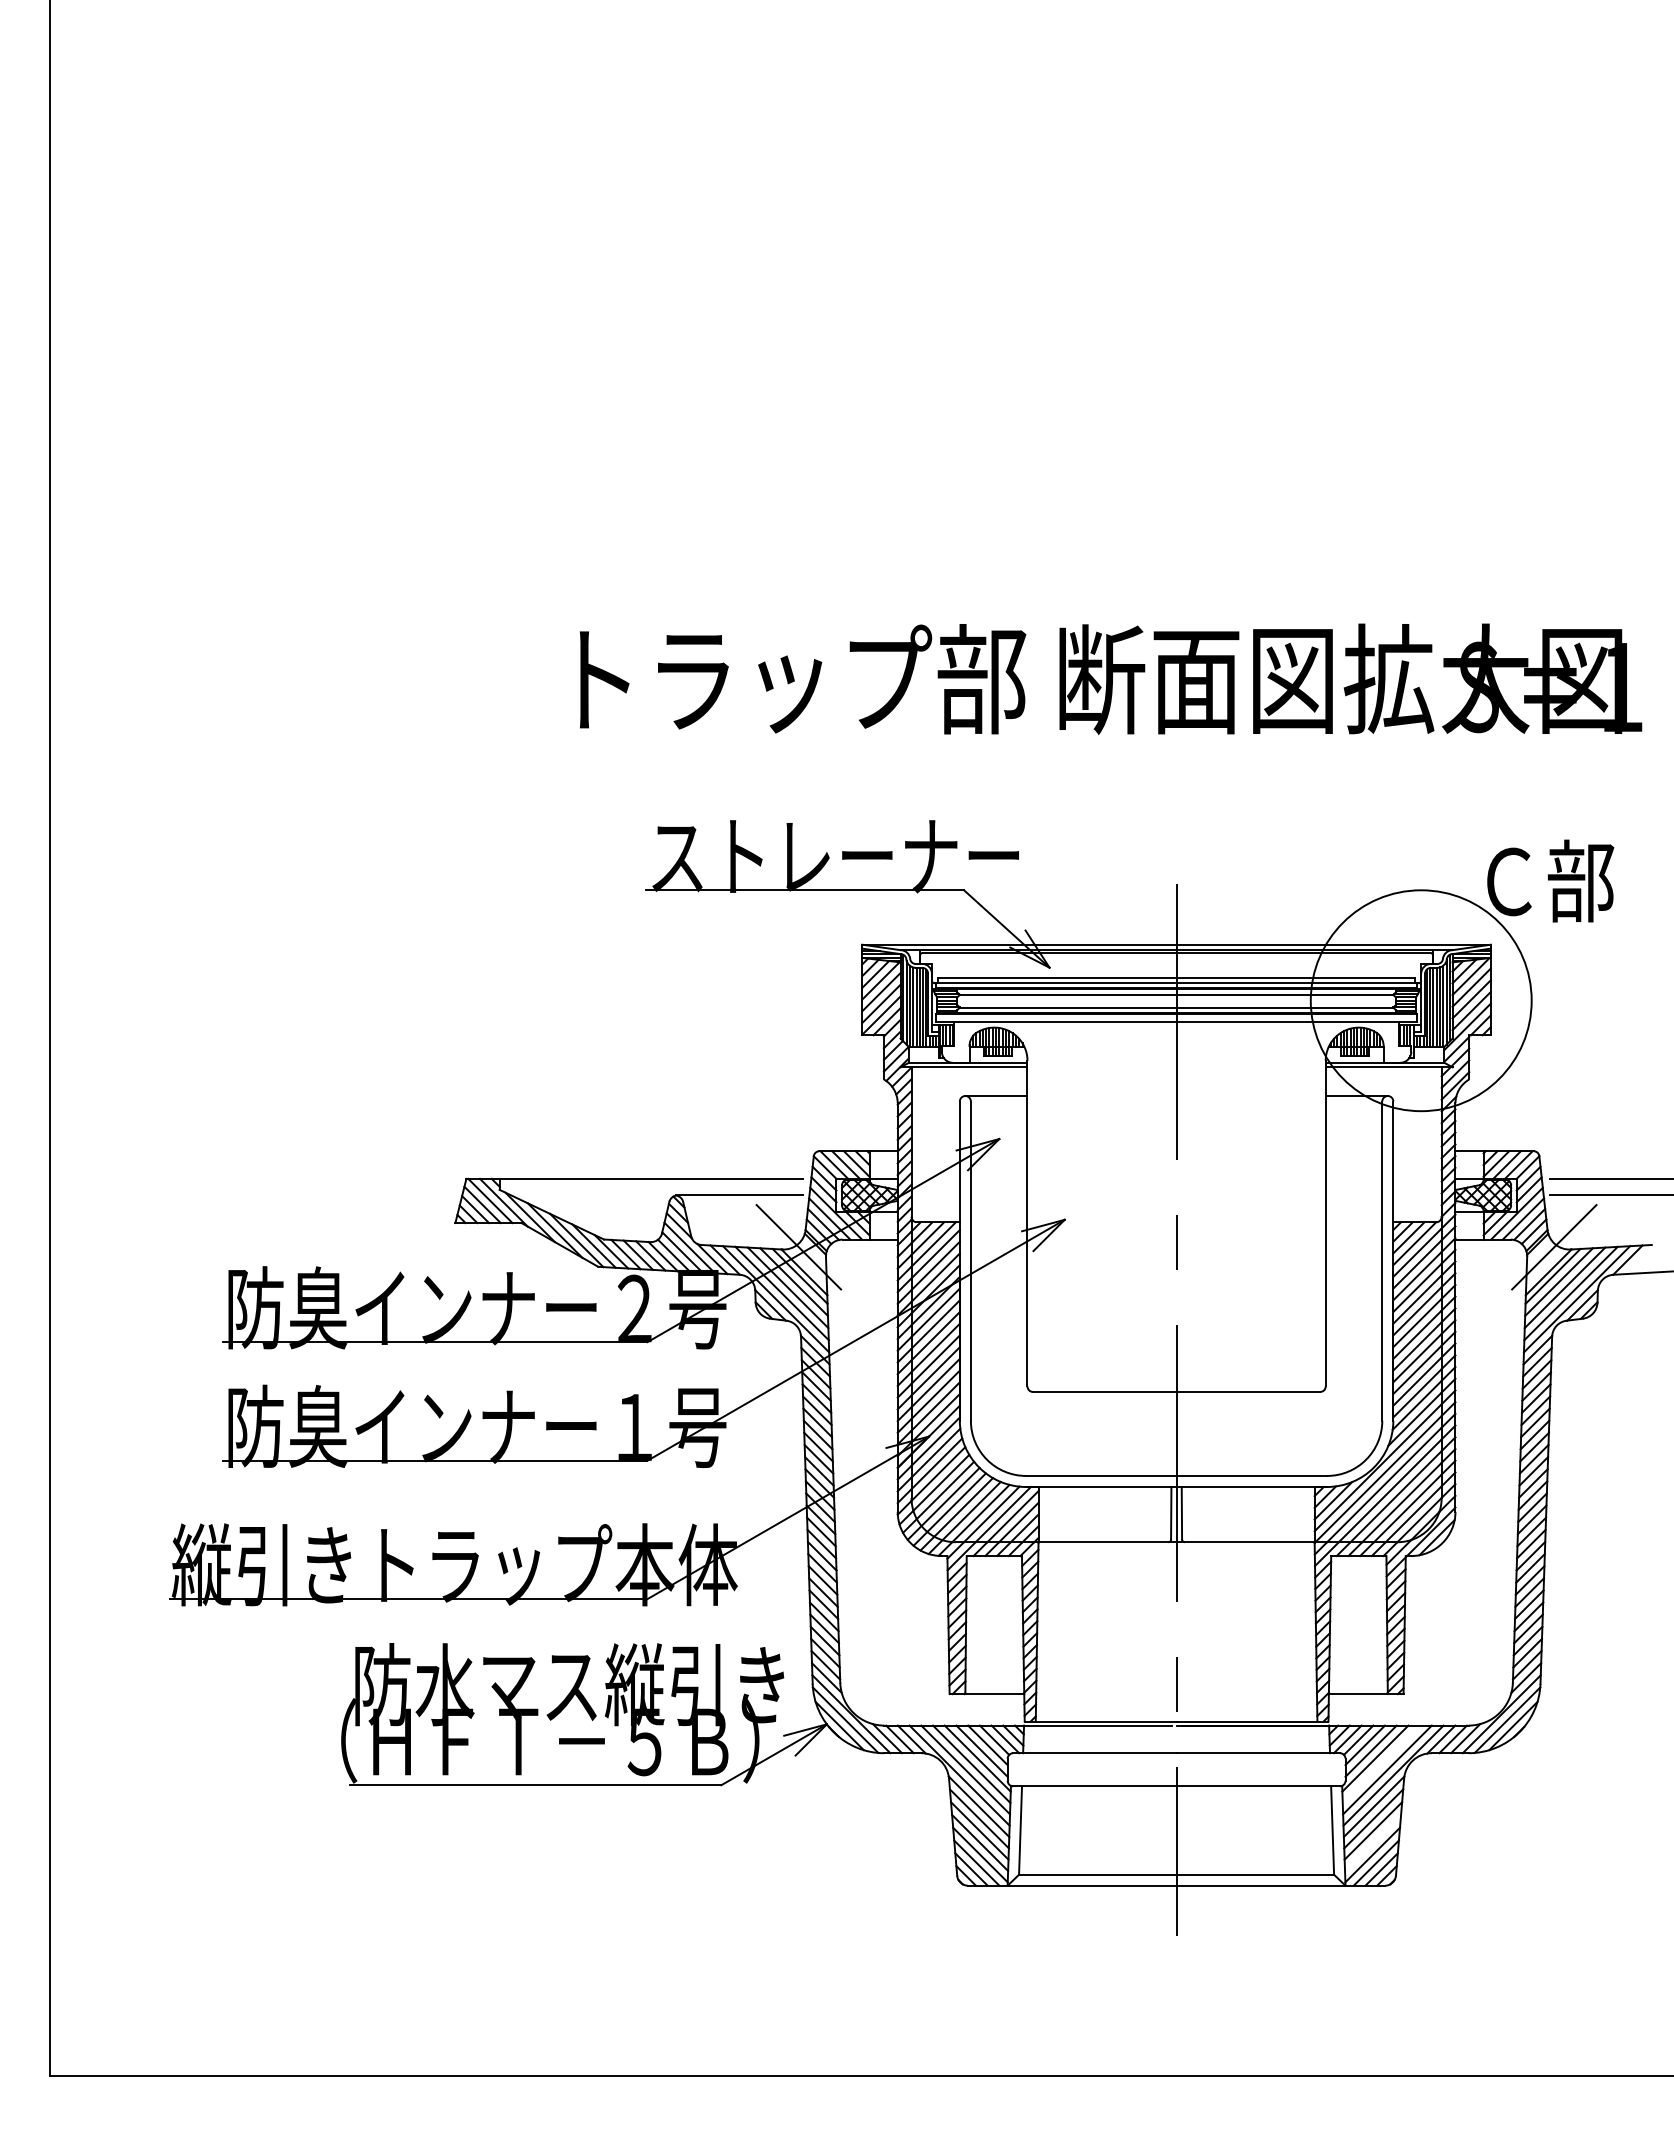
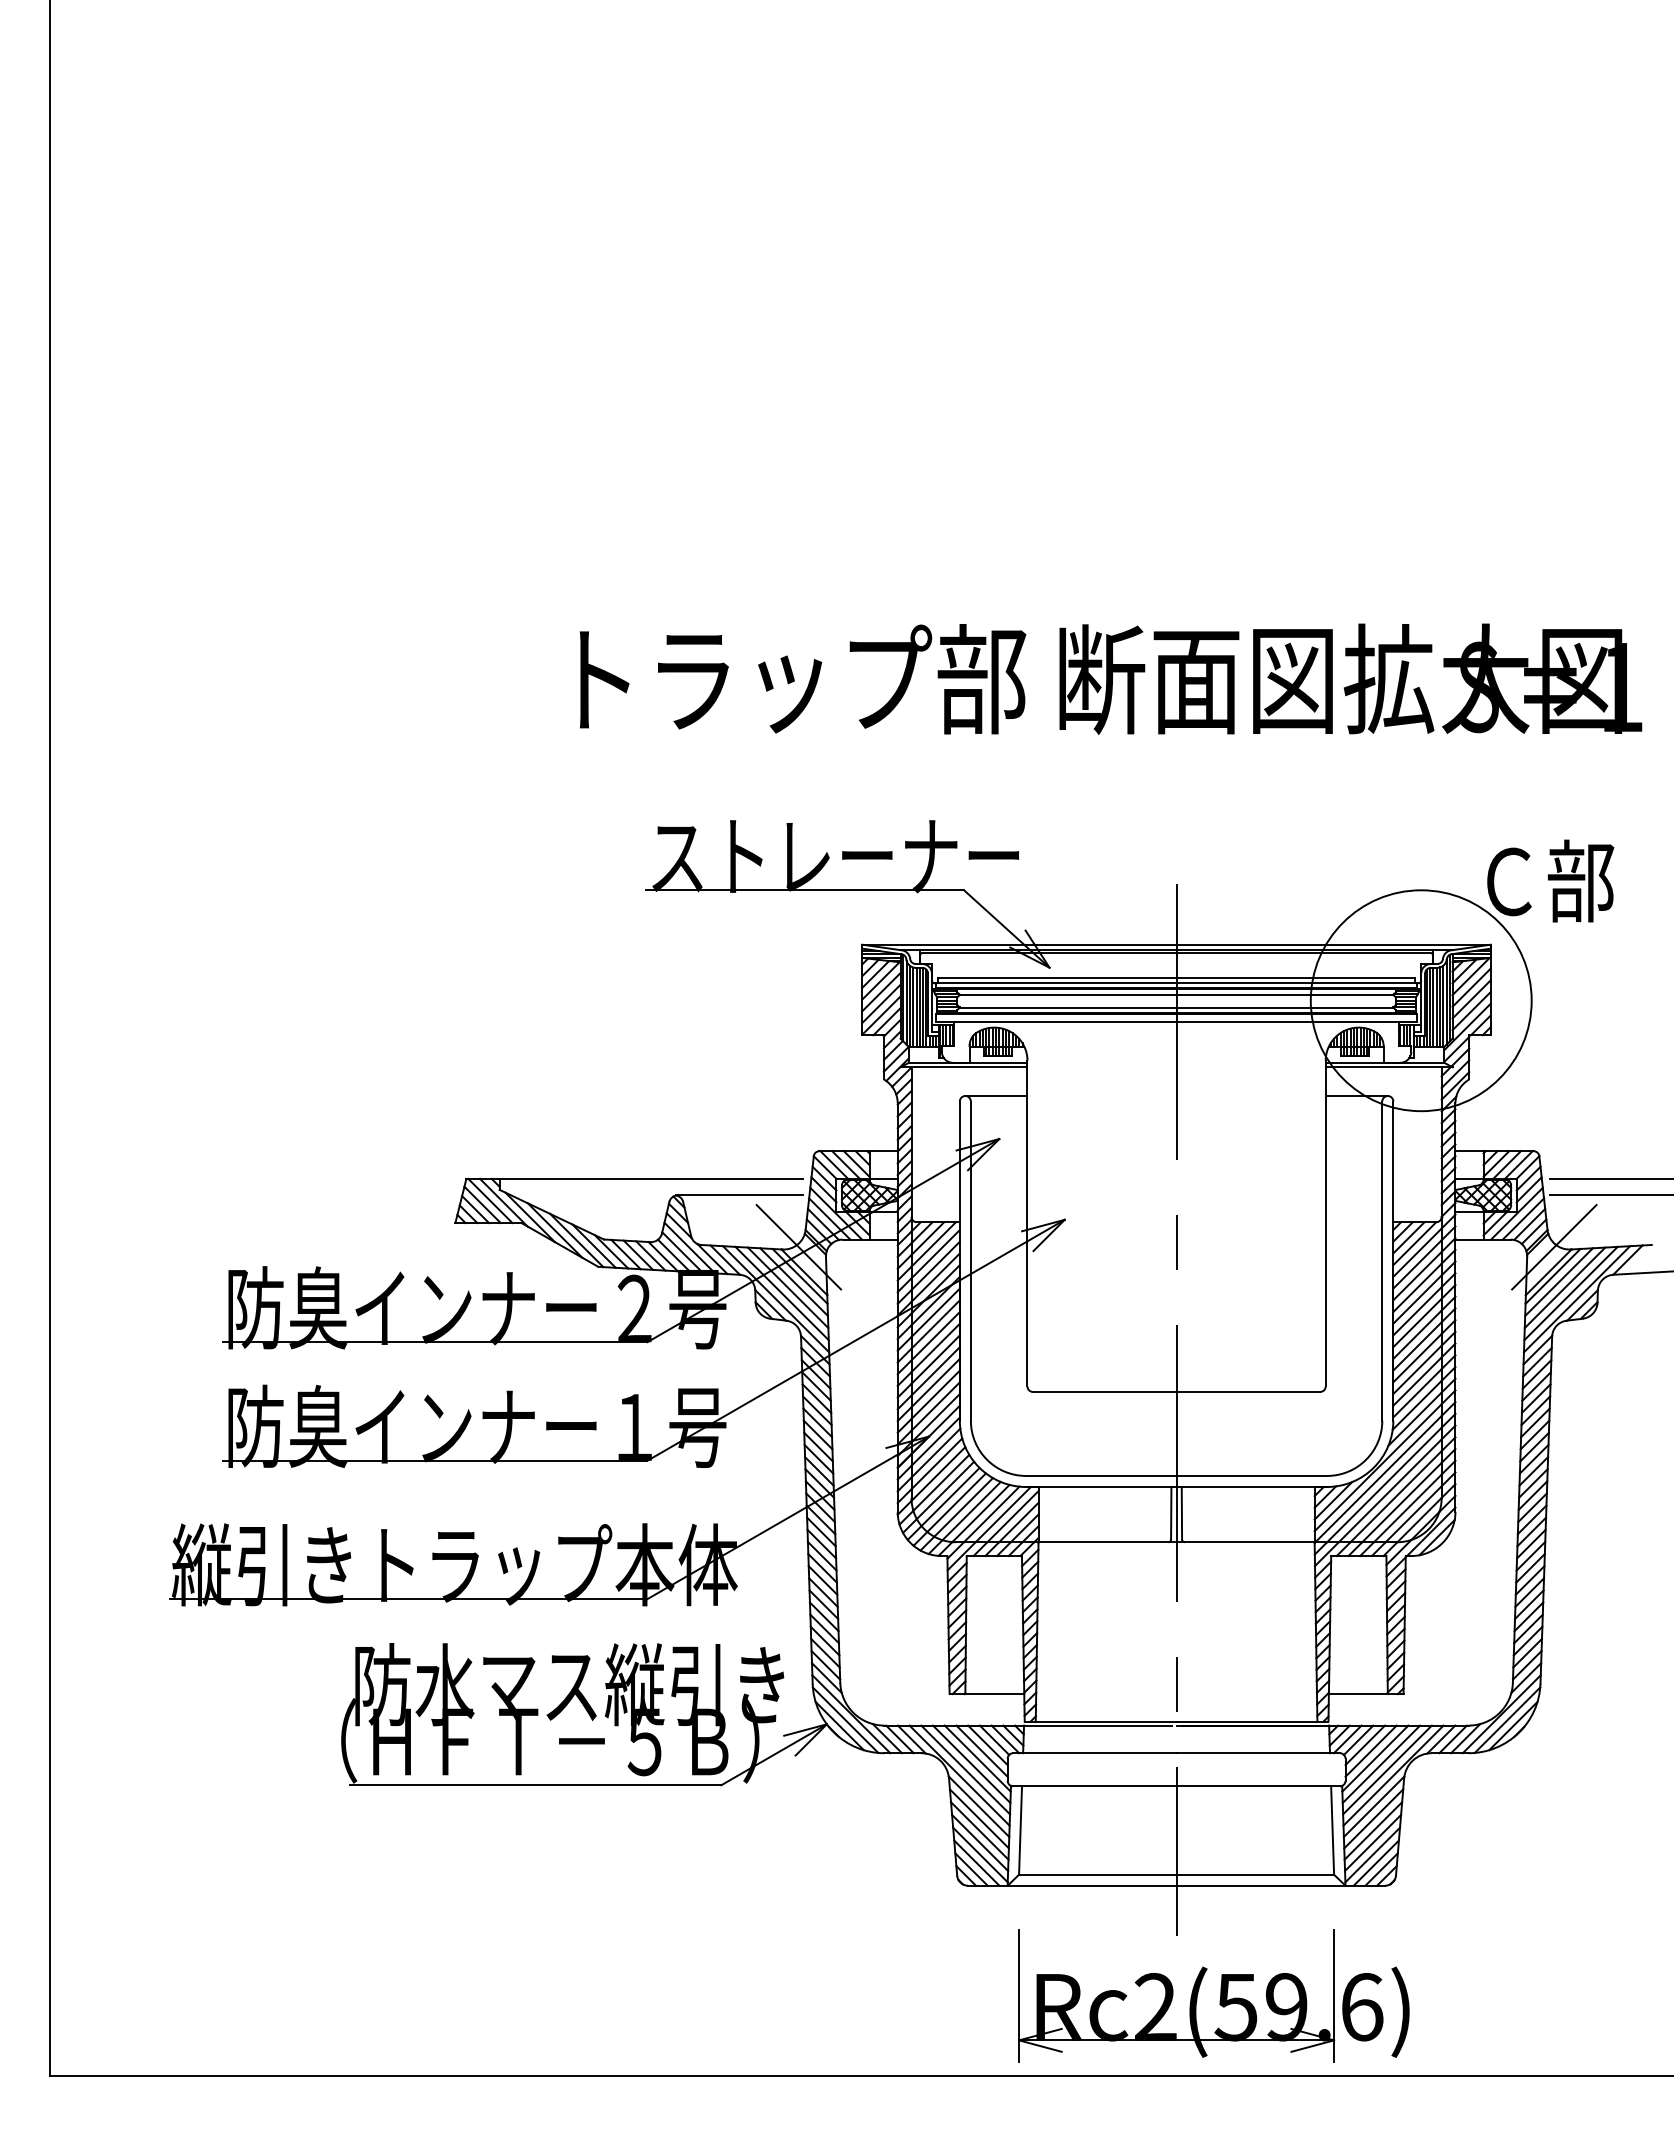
line at (1381, 1763): none -> present
line at (1373, 1842): none -> present
part at (1220, 1995): none -> present
